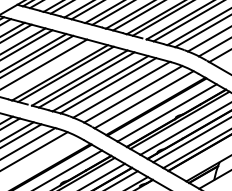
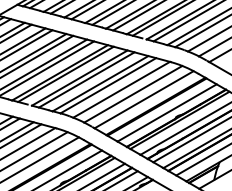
line at (48, 67): none -> present
line at (40, 159): none -> present
line at (202, 160): none -> present
